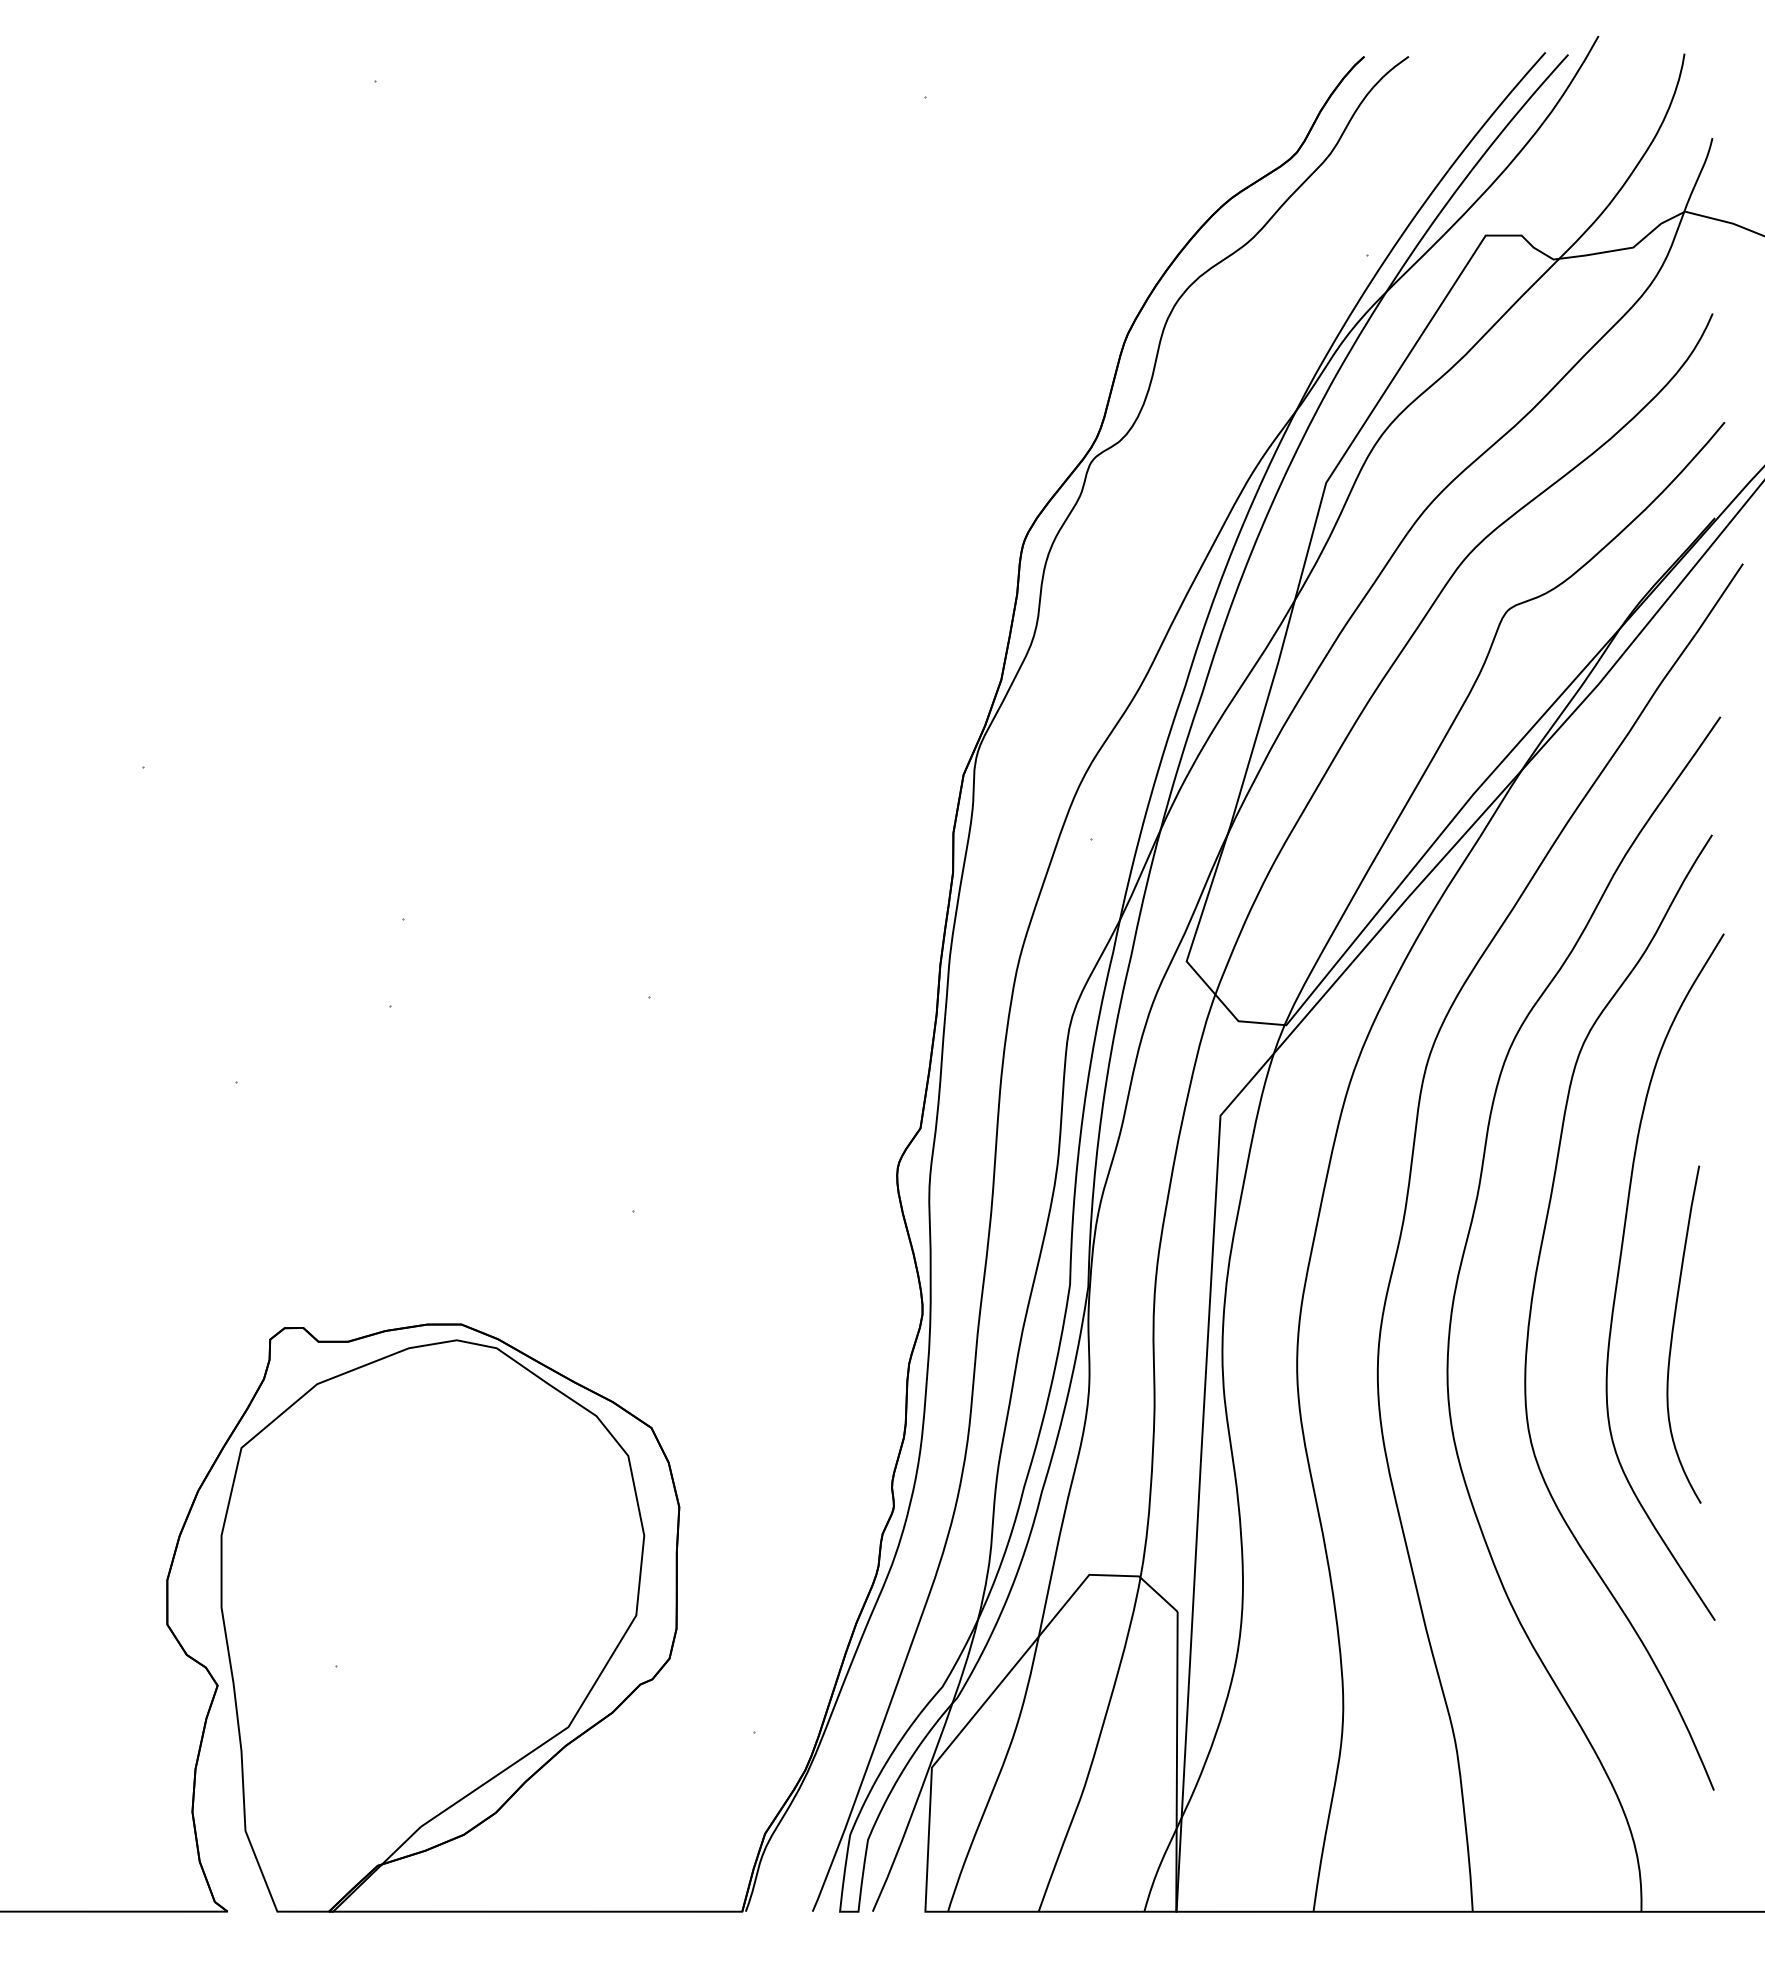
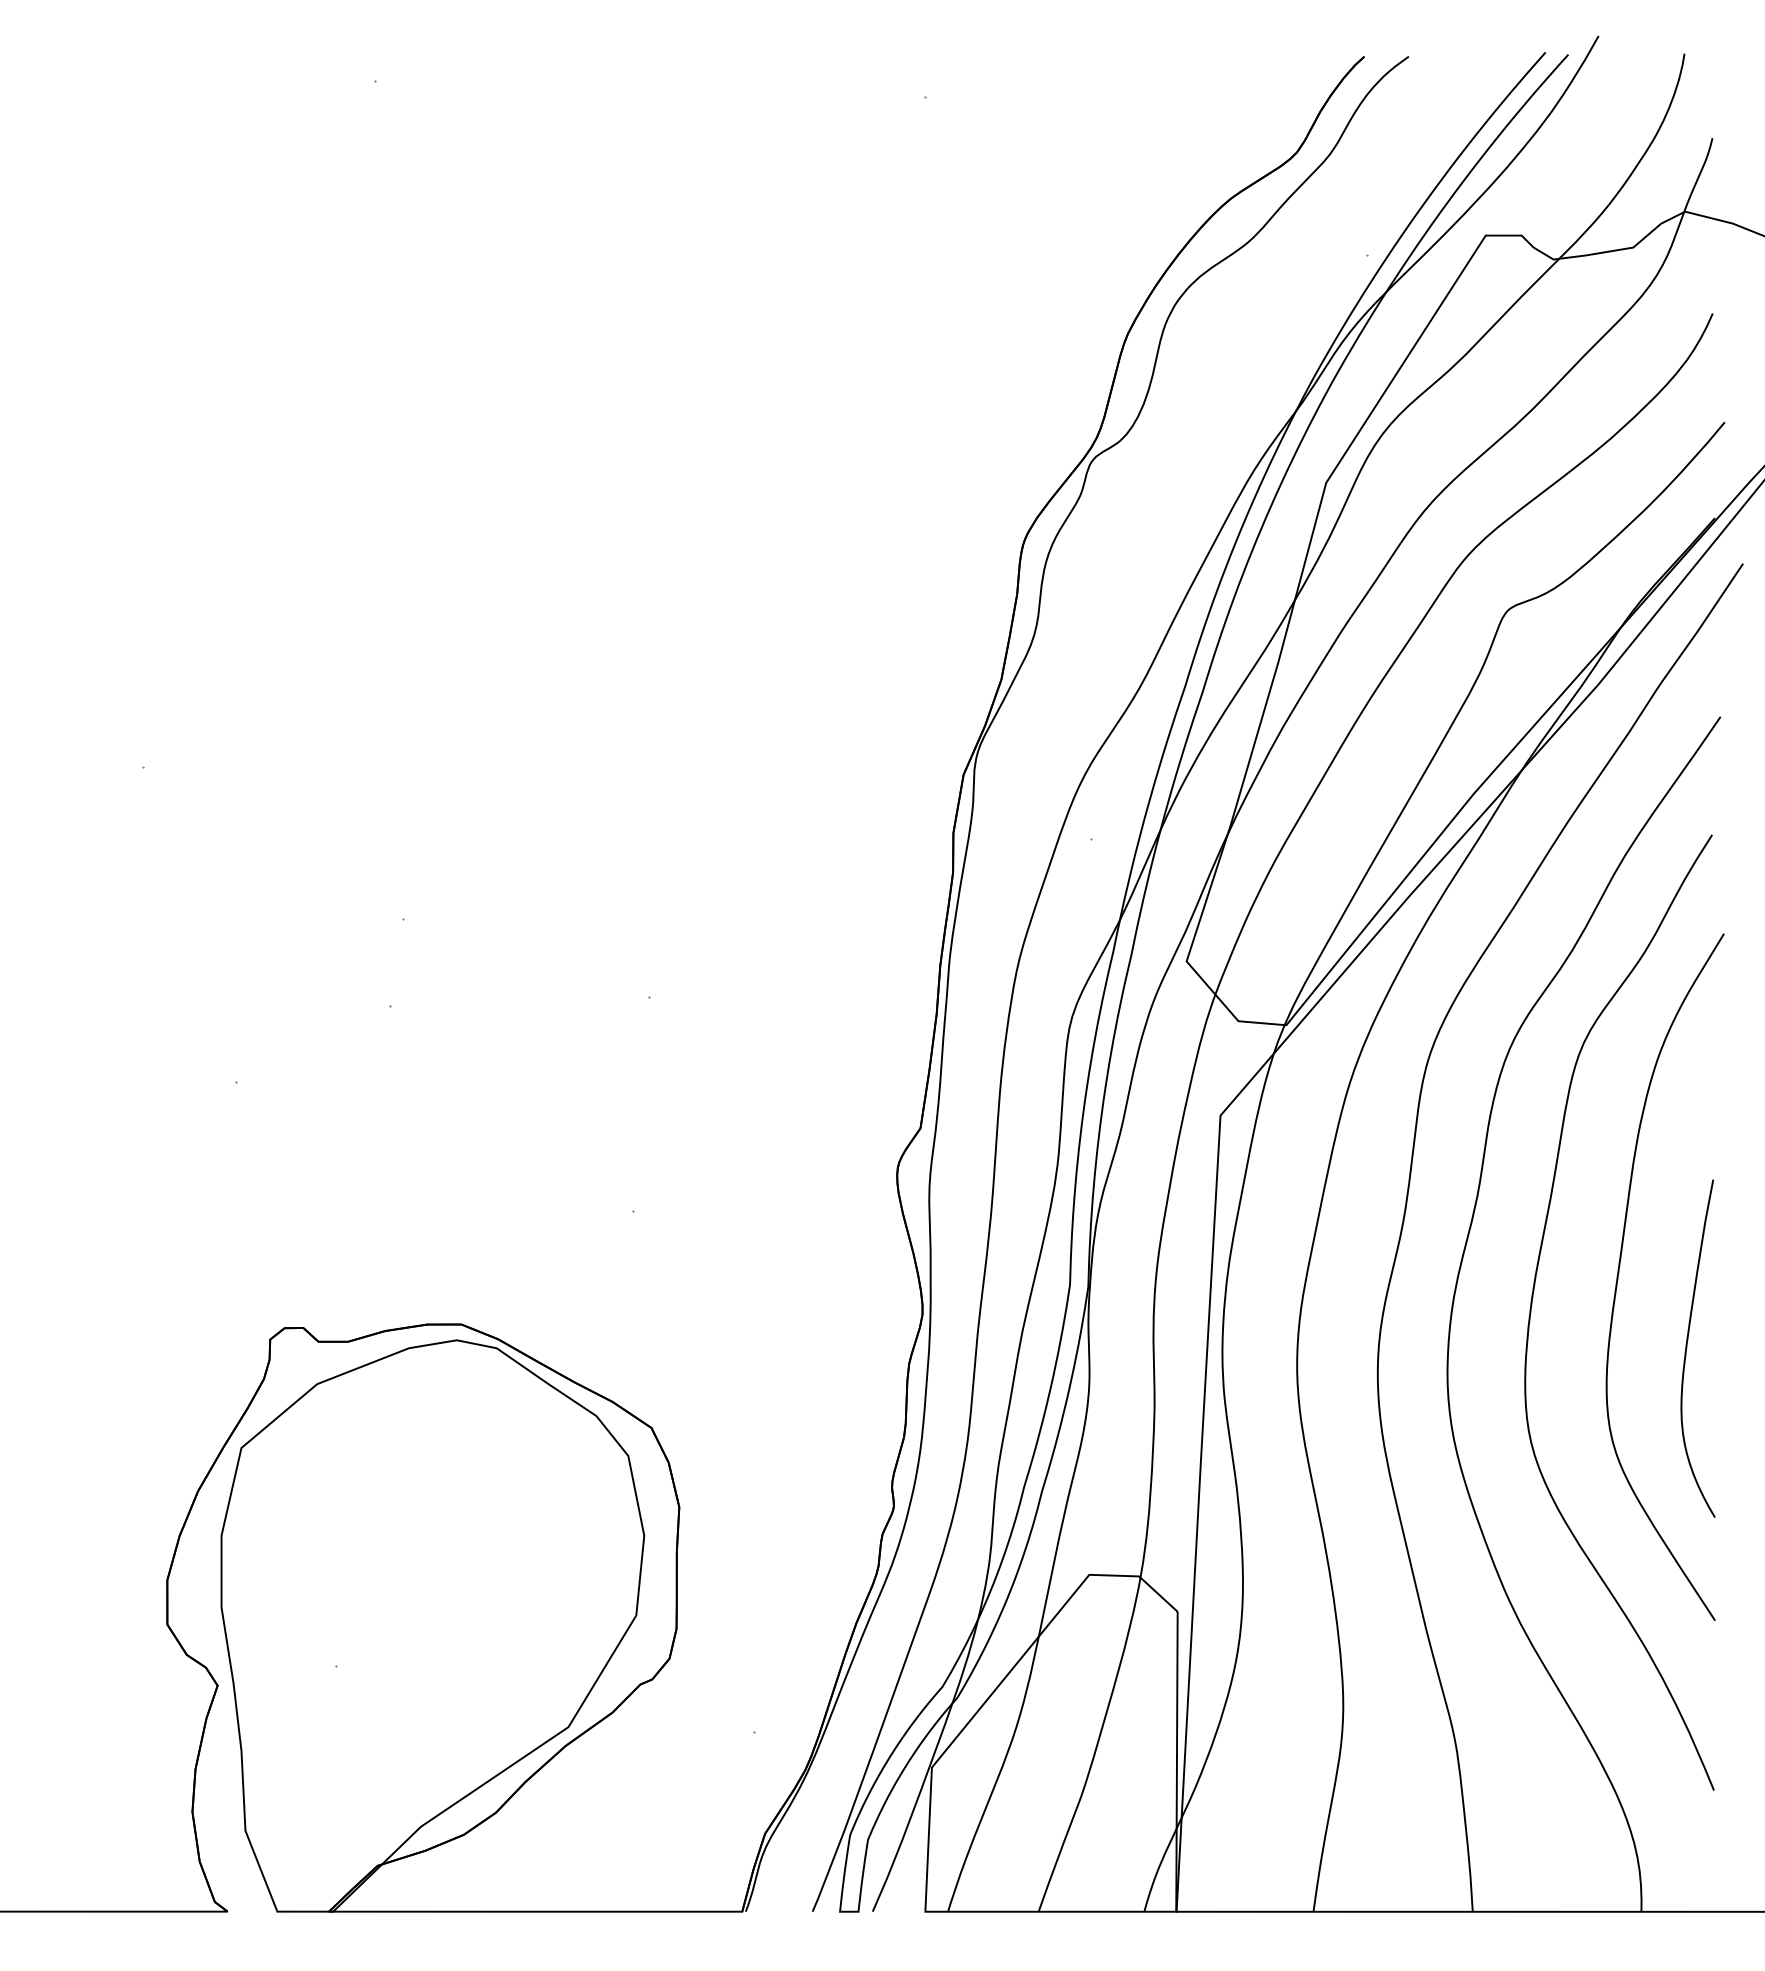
curve at (1673, 1334) position: (1673, 1334) -> (1687, 1348)
